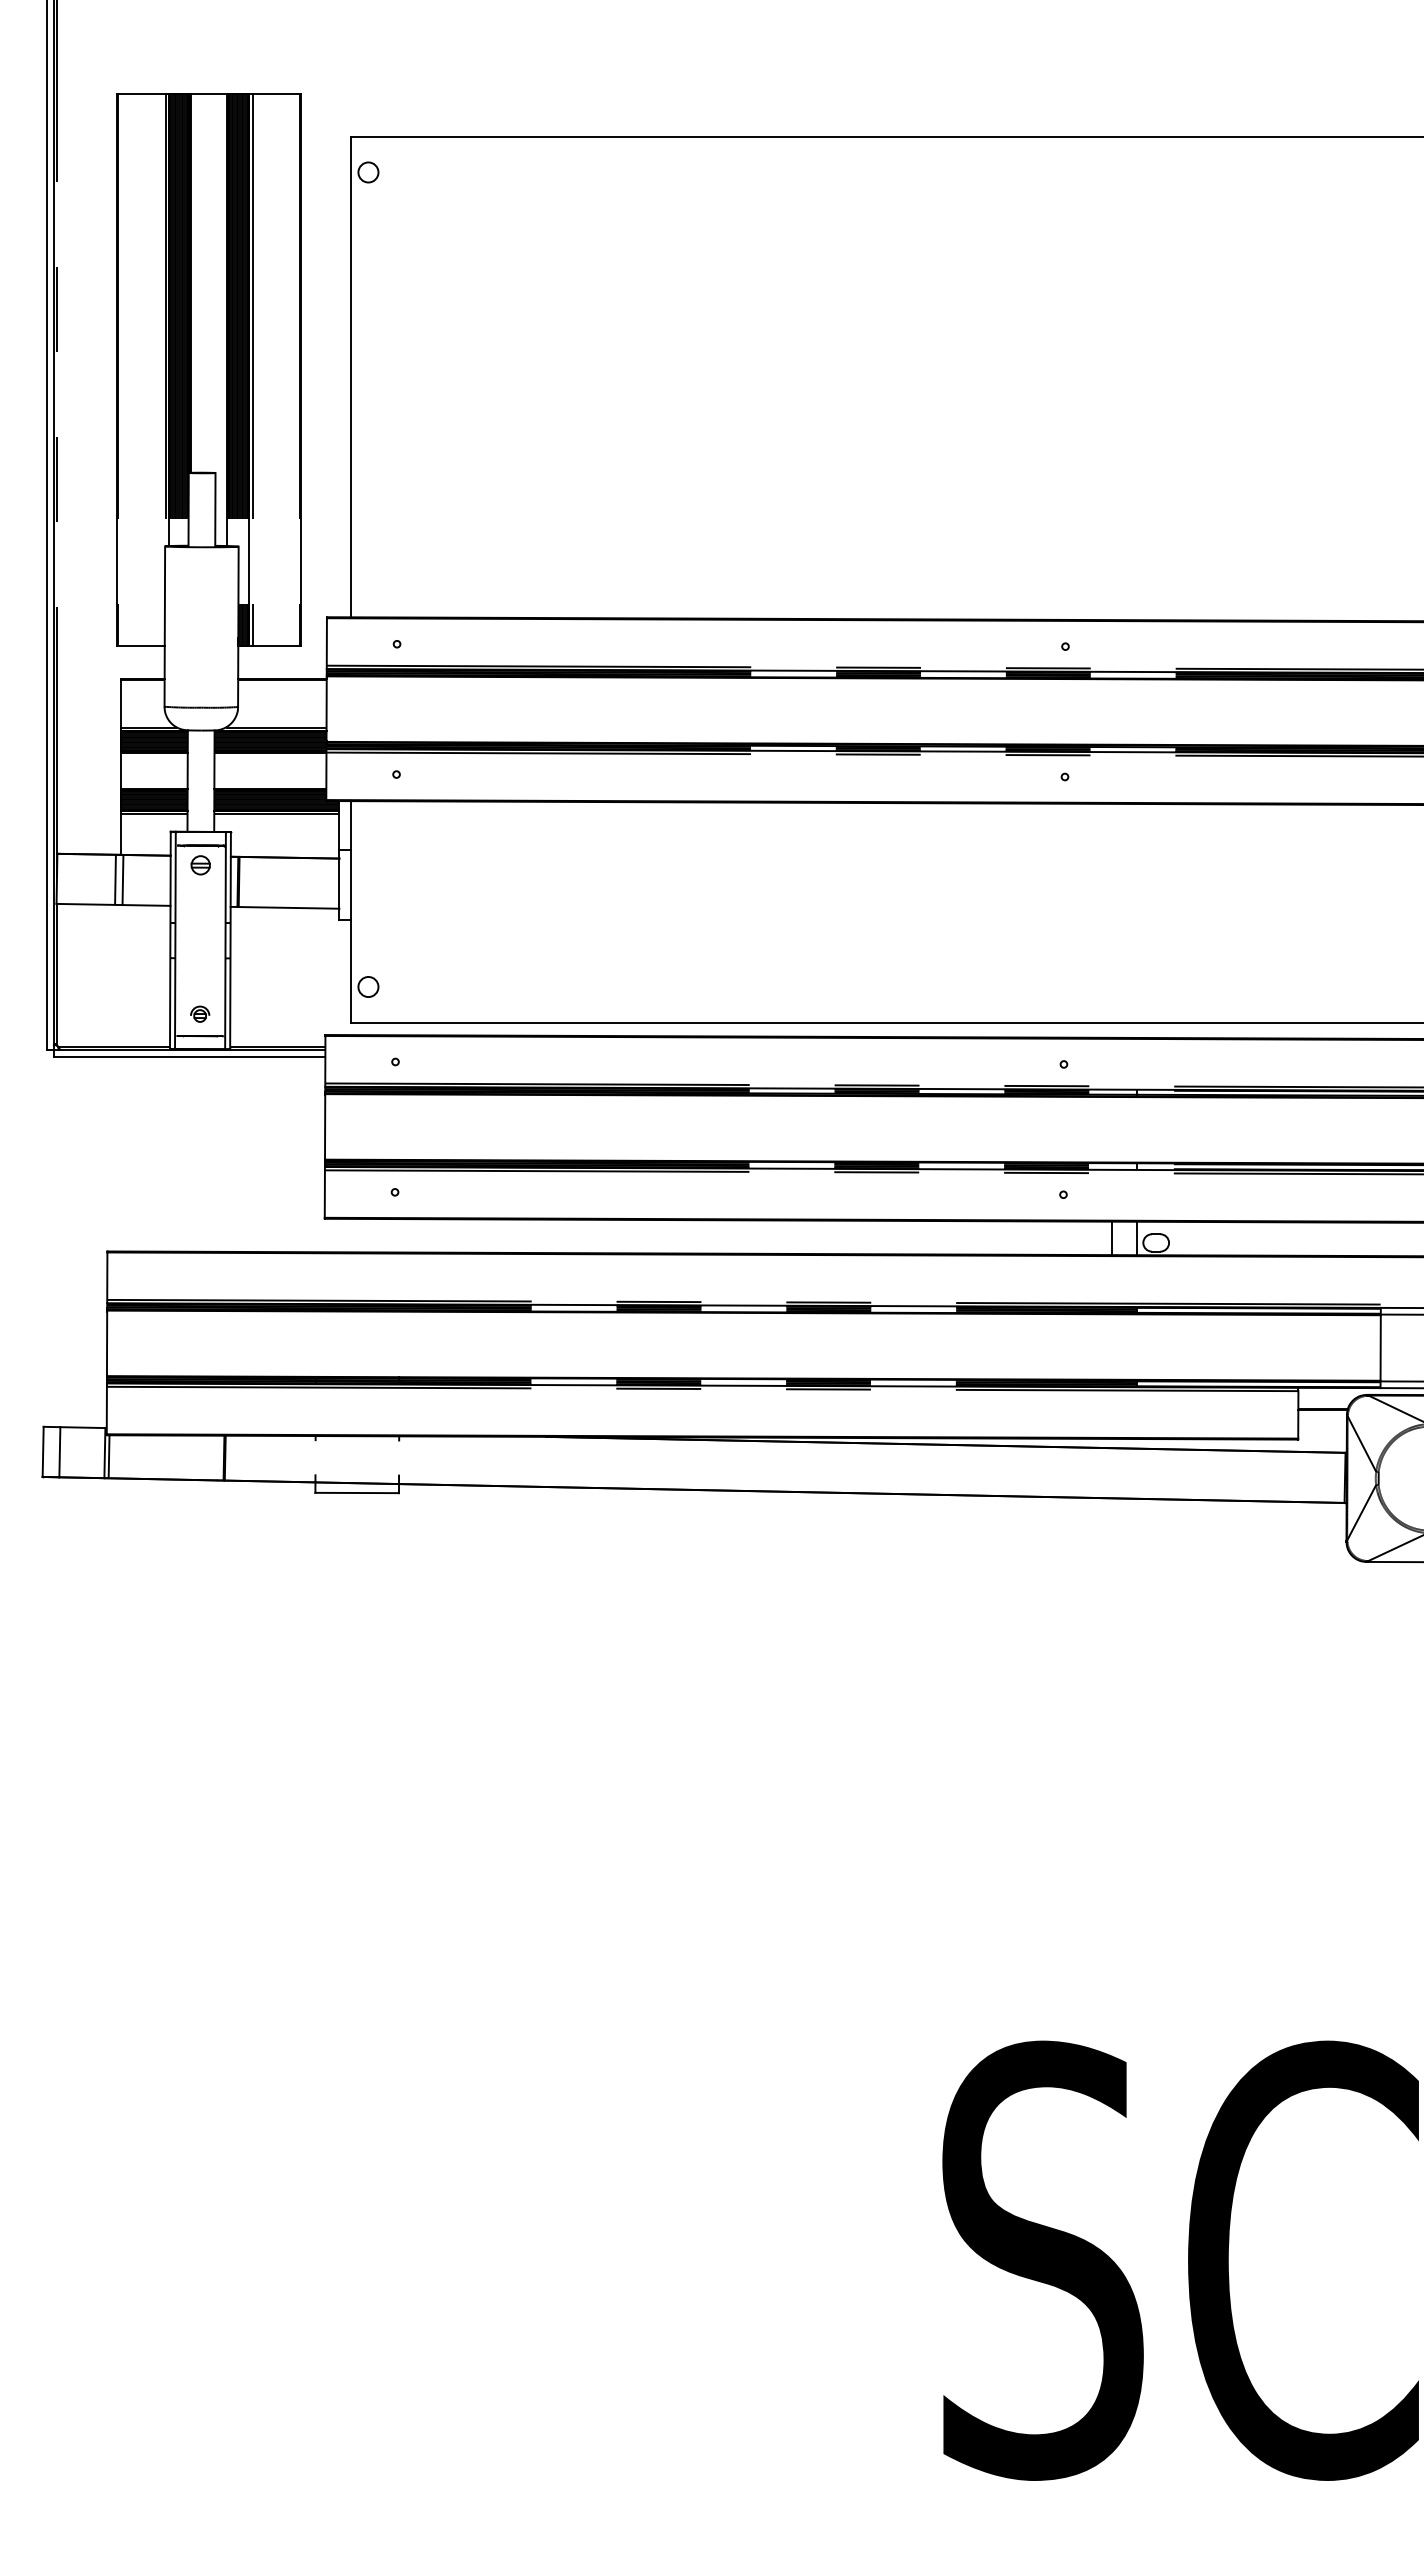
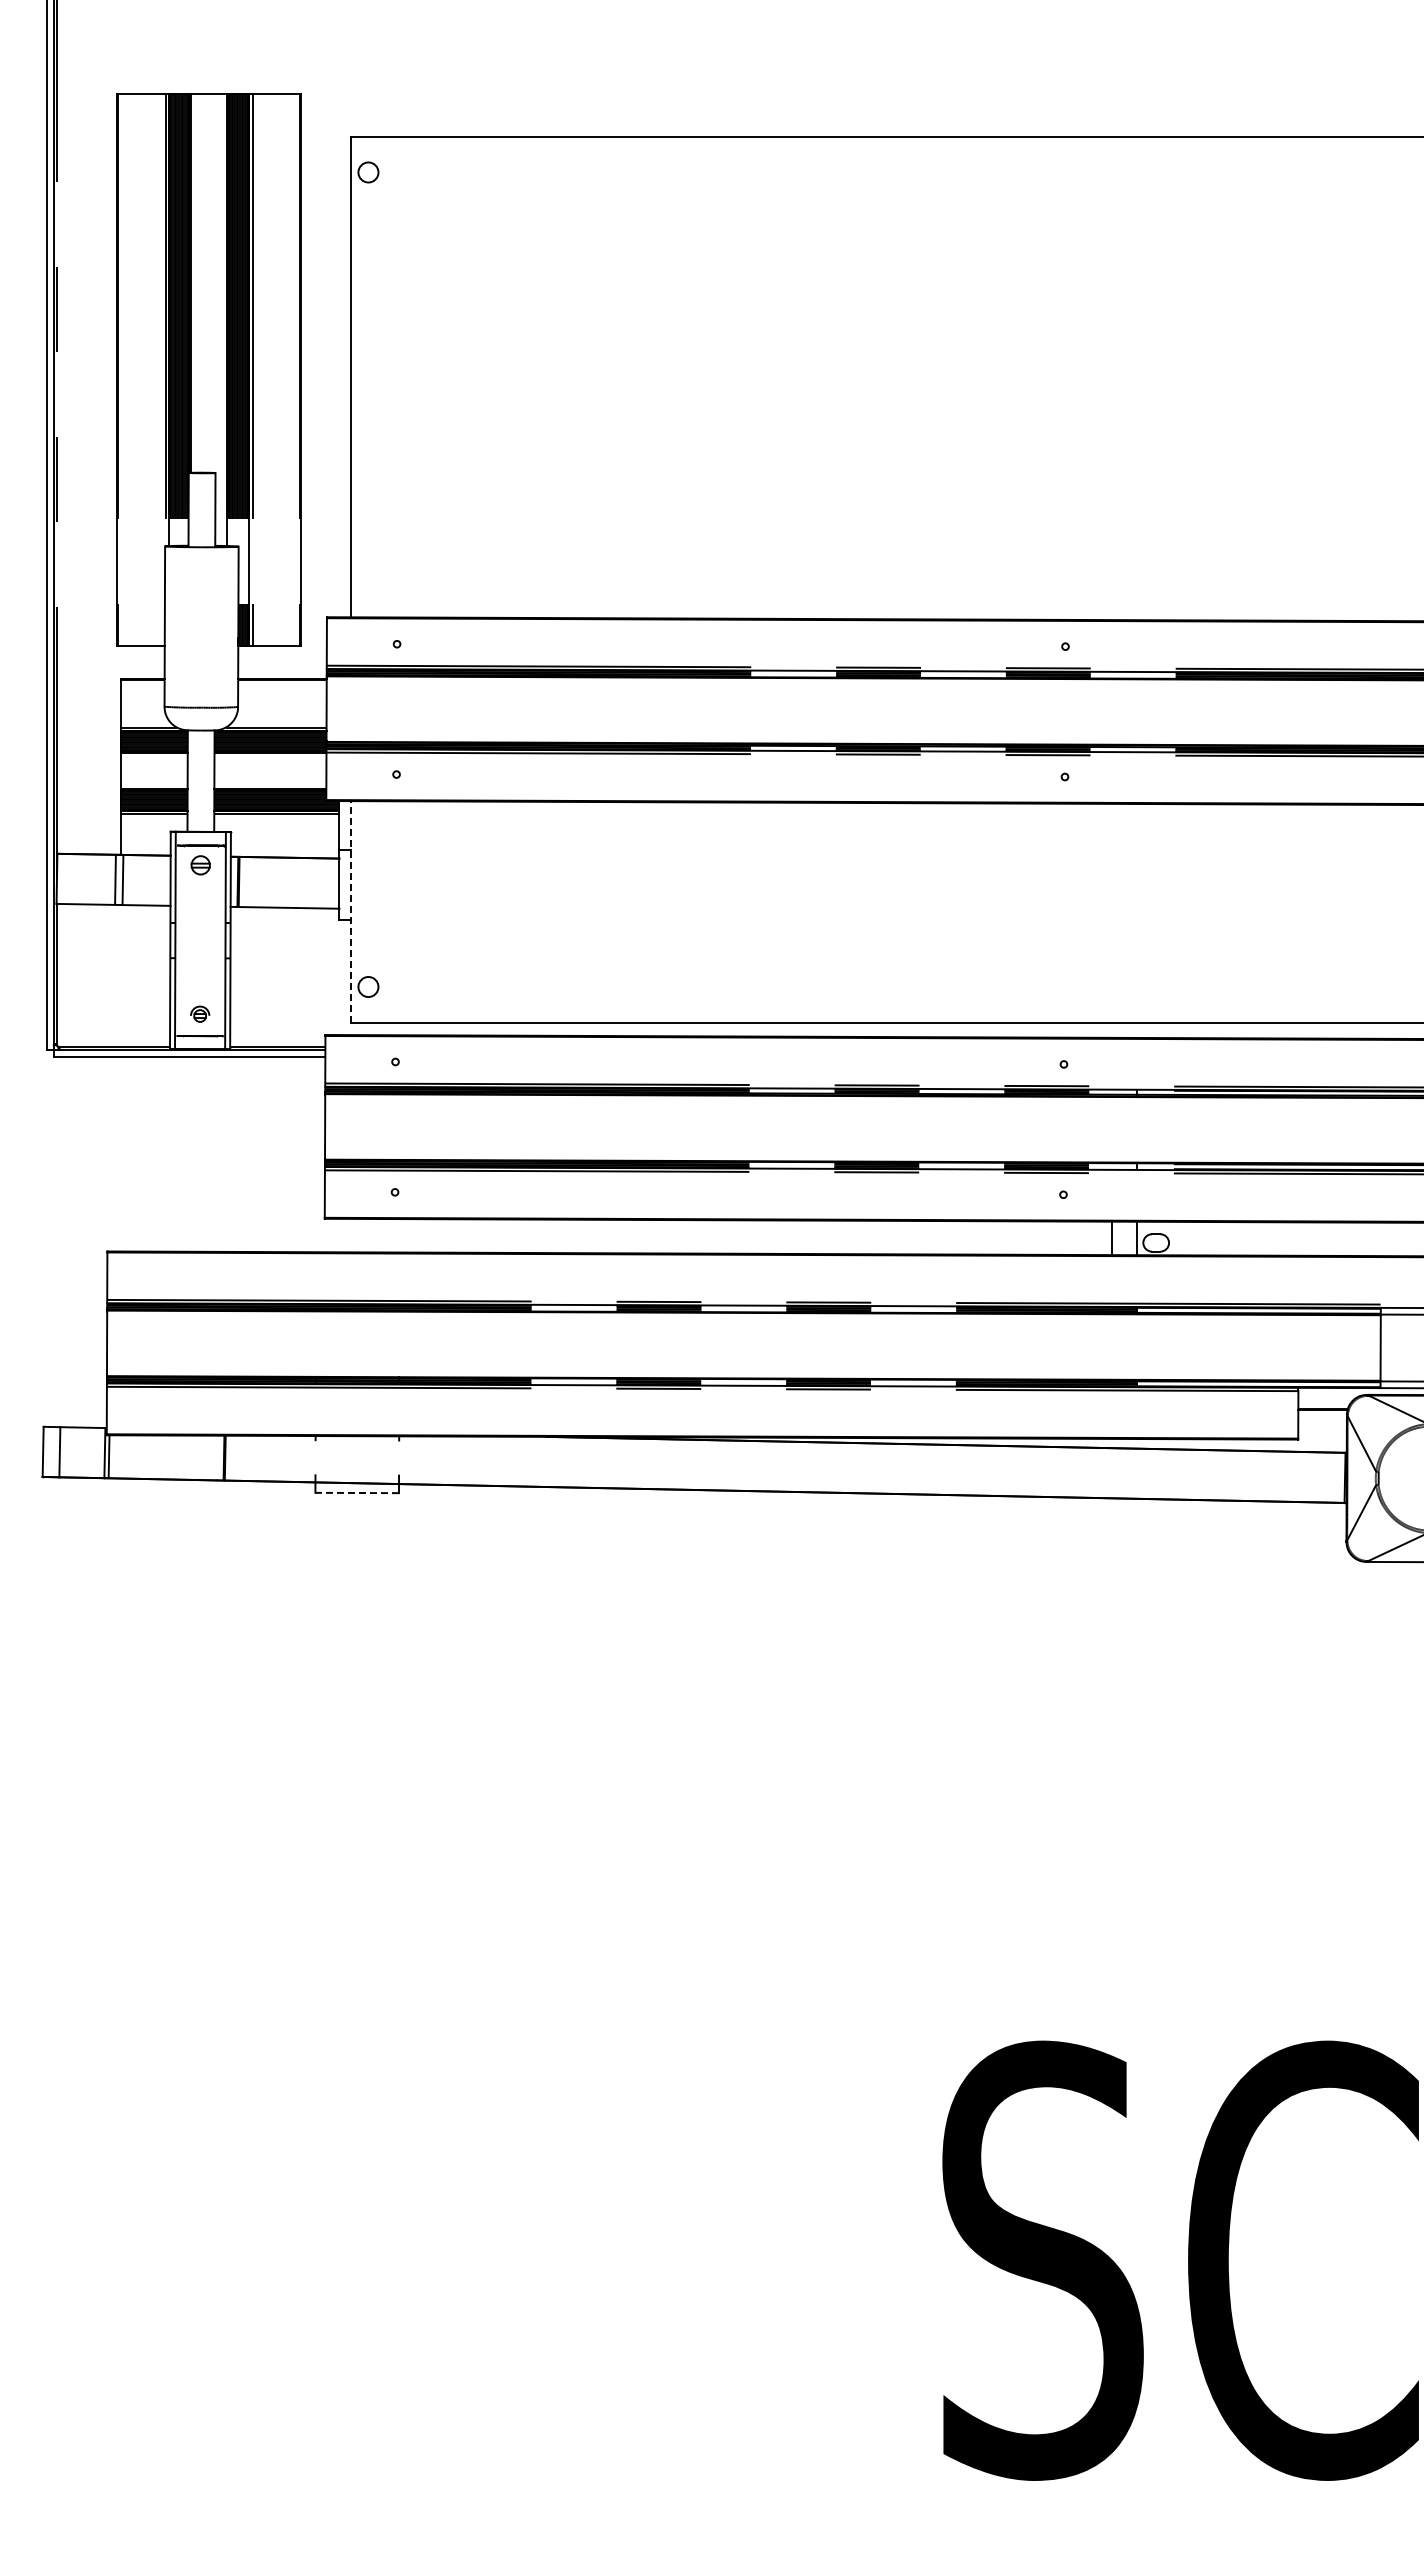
line at (351, 911): solid -> dashed
line at (357, 1492): solid -> dashed
